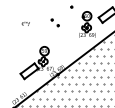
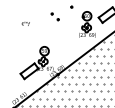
part at (54, 22) position: (54, 22) -> (54, 16)
